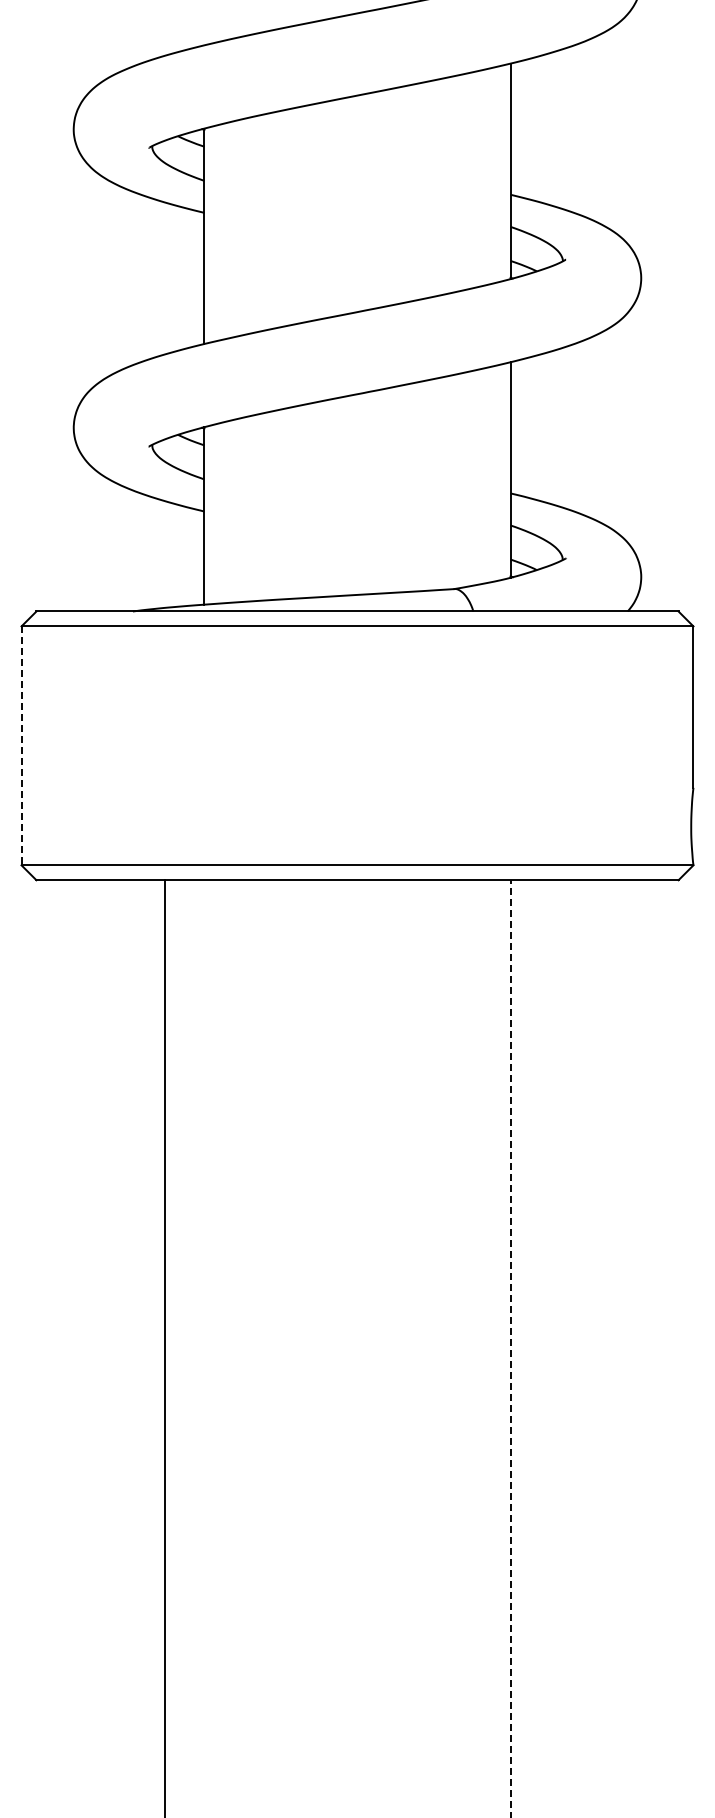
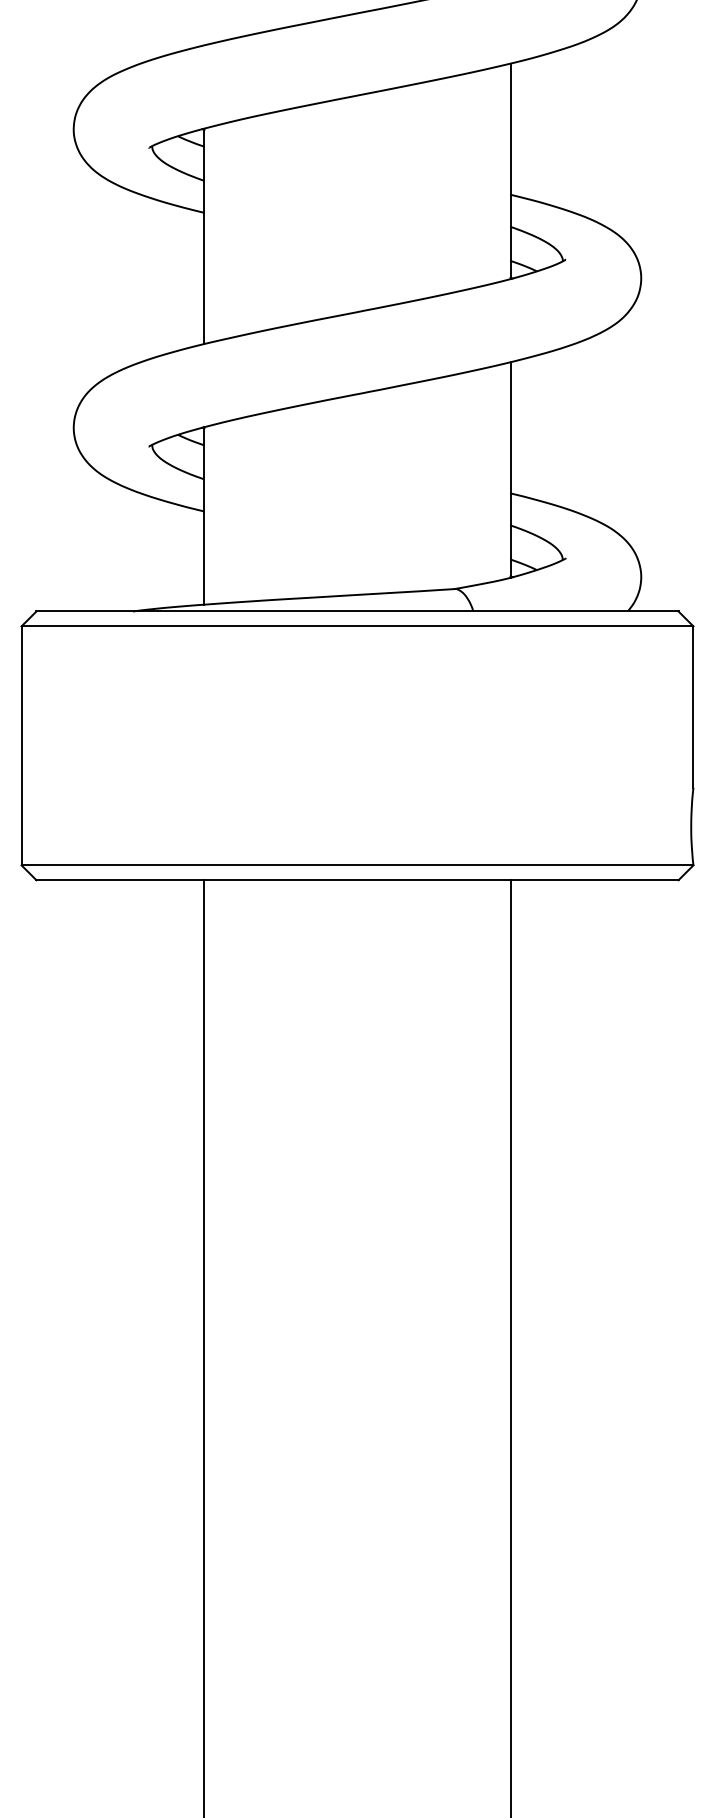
line at (21, 746): dashed -> solid
line at (165, 1347) position: (165, 1347) -> (204, 1347)
line at (510, 1348): dashed -> solid
